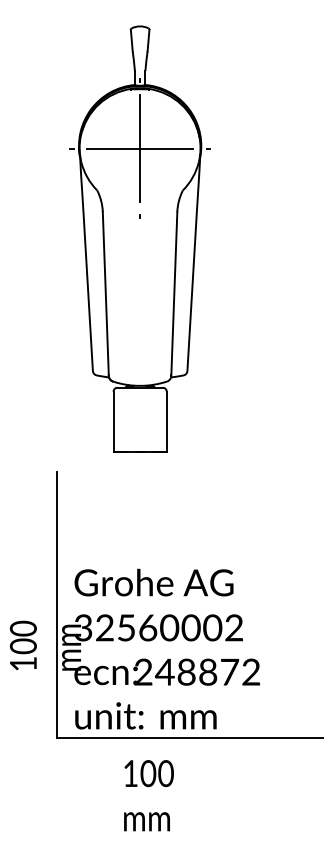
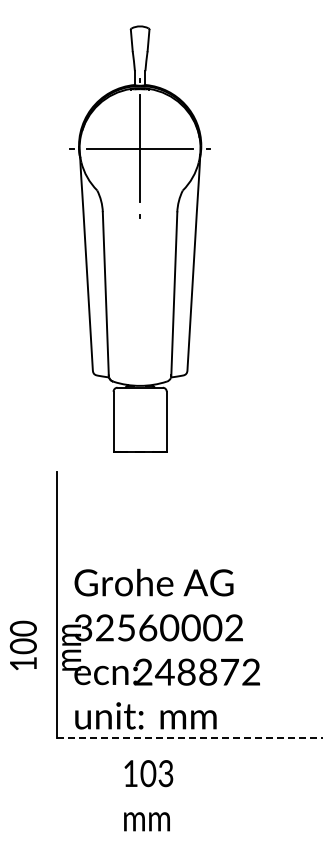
line at (190, 738): solid -> dashed
text at (165, 773): 100 -> 103
